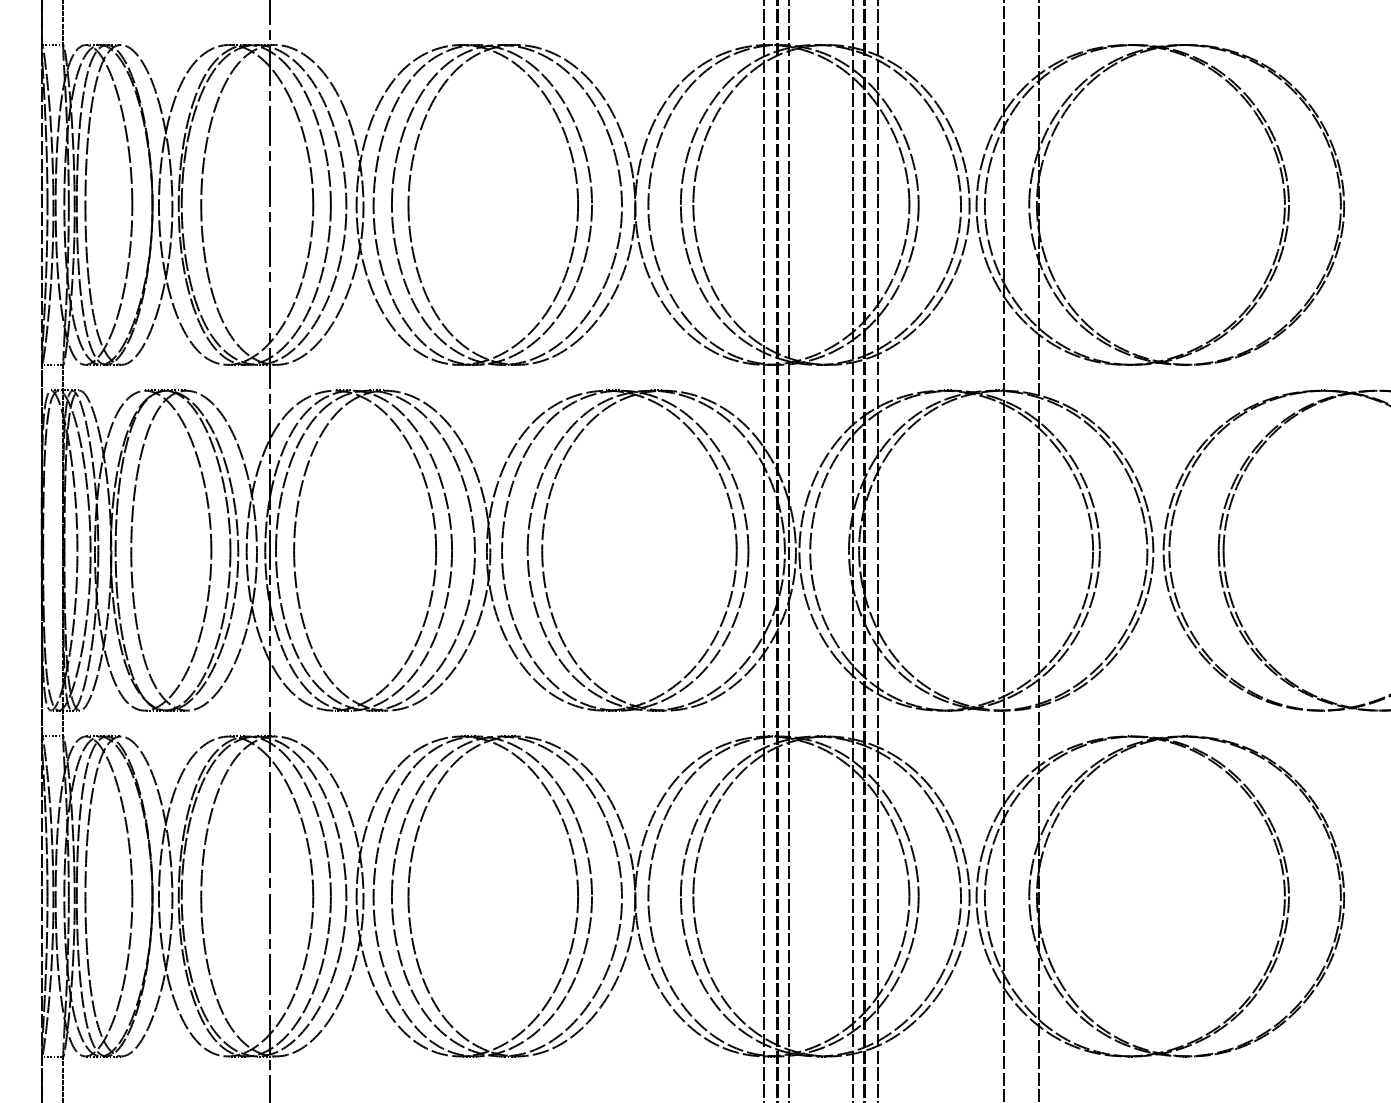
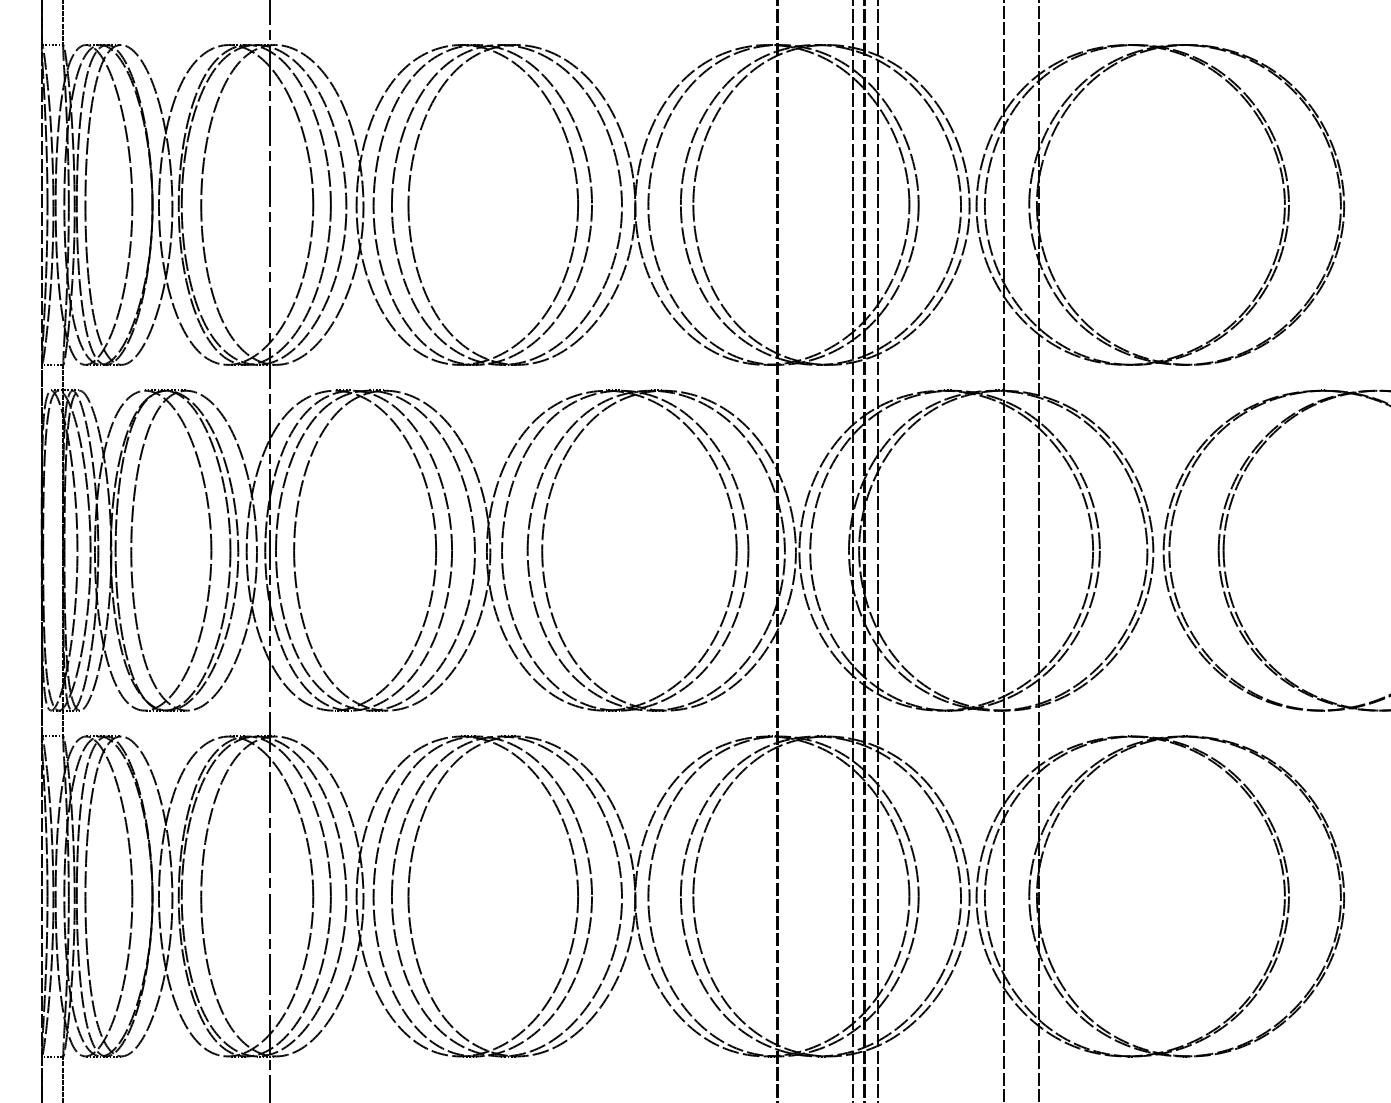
line at (763, 550): present -> none
line at (788, 550): present -> none
